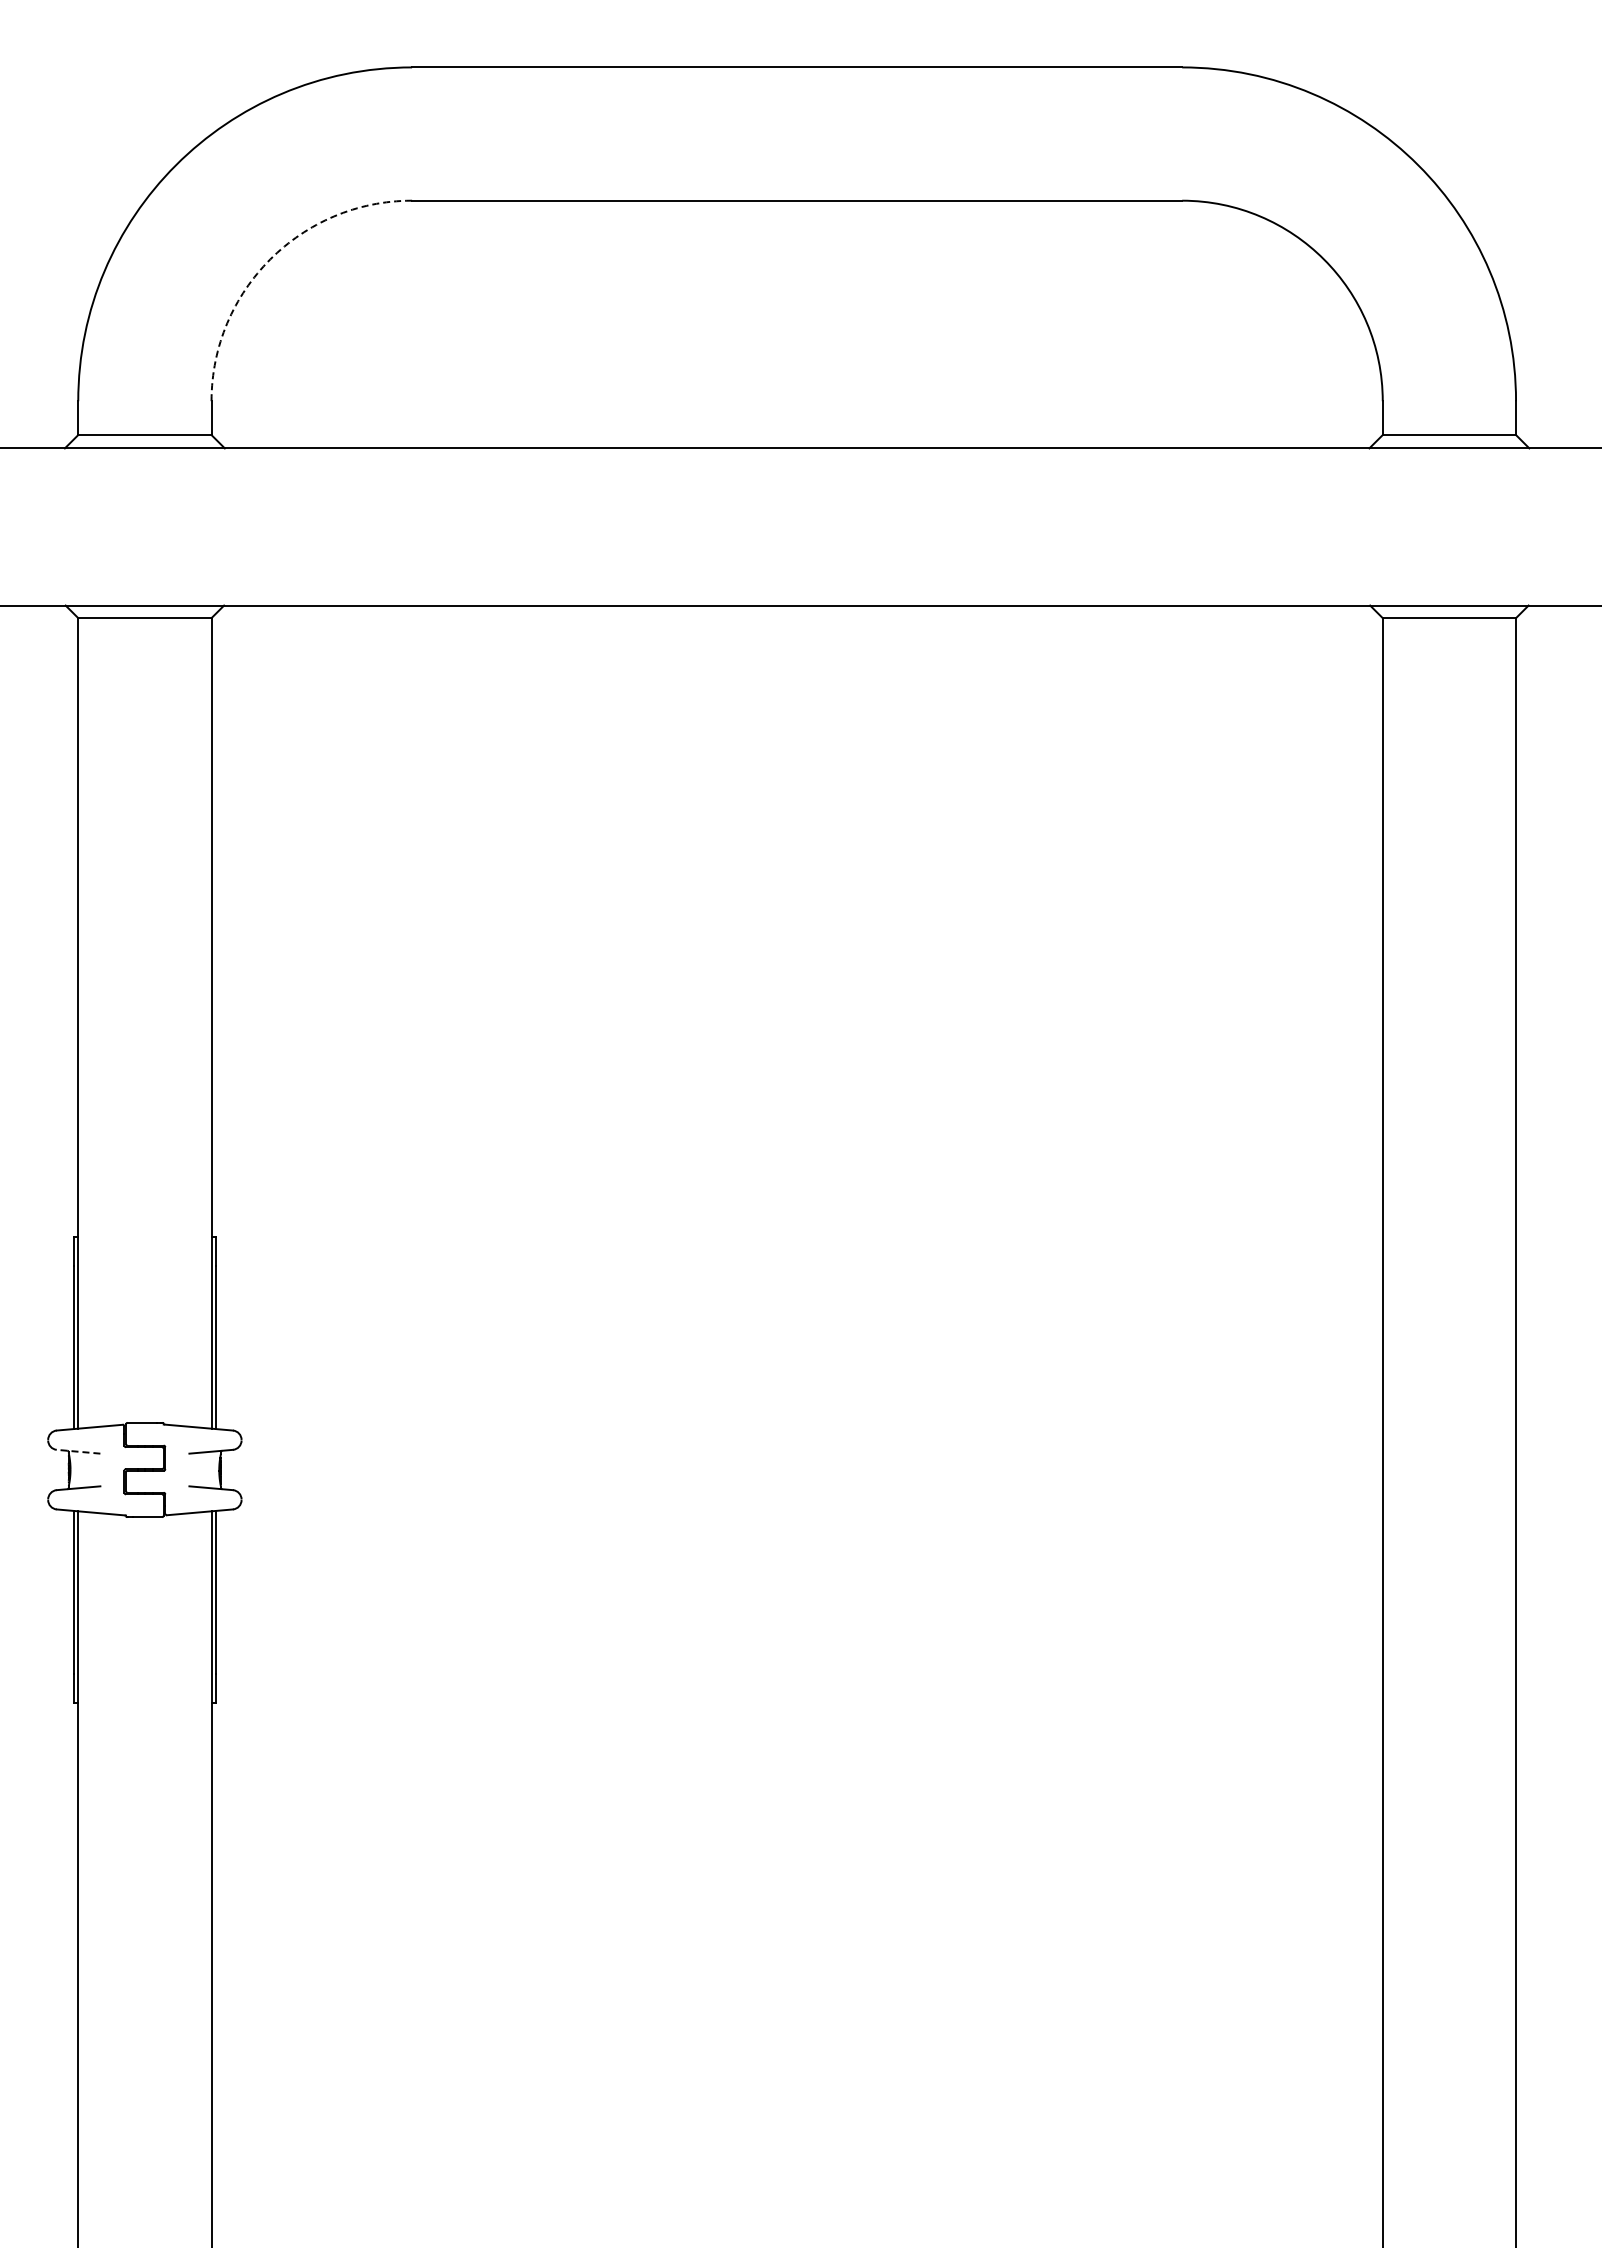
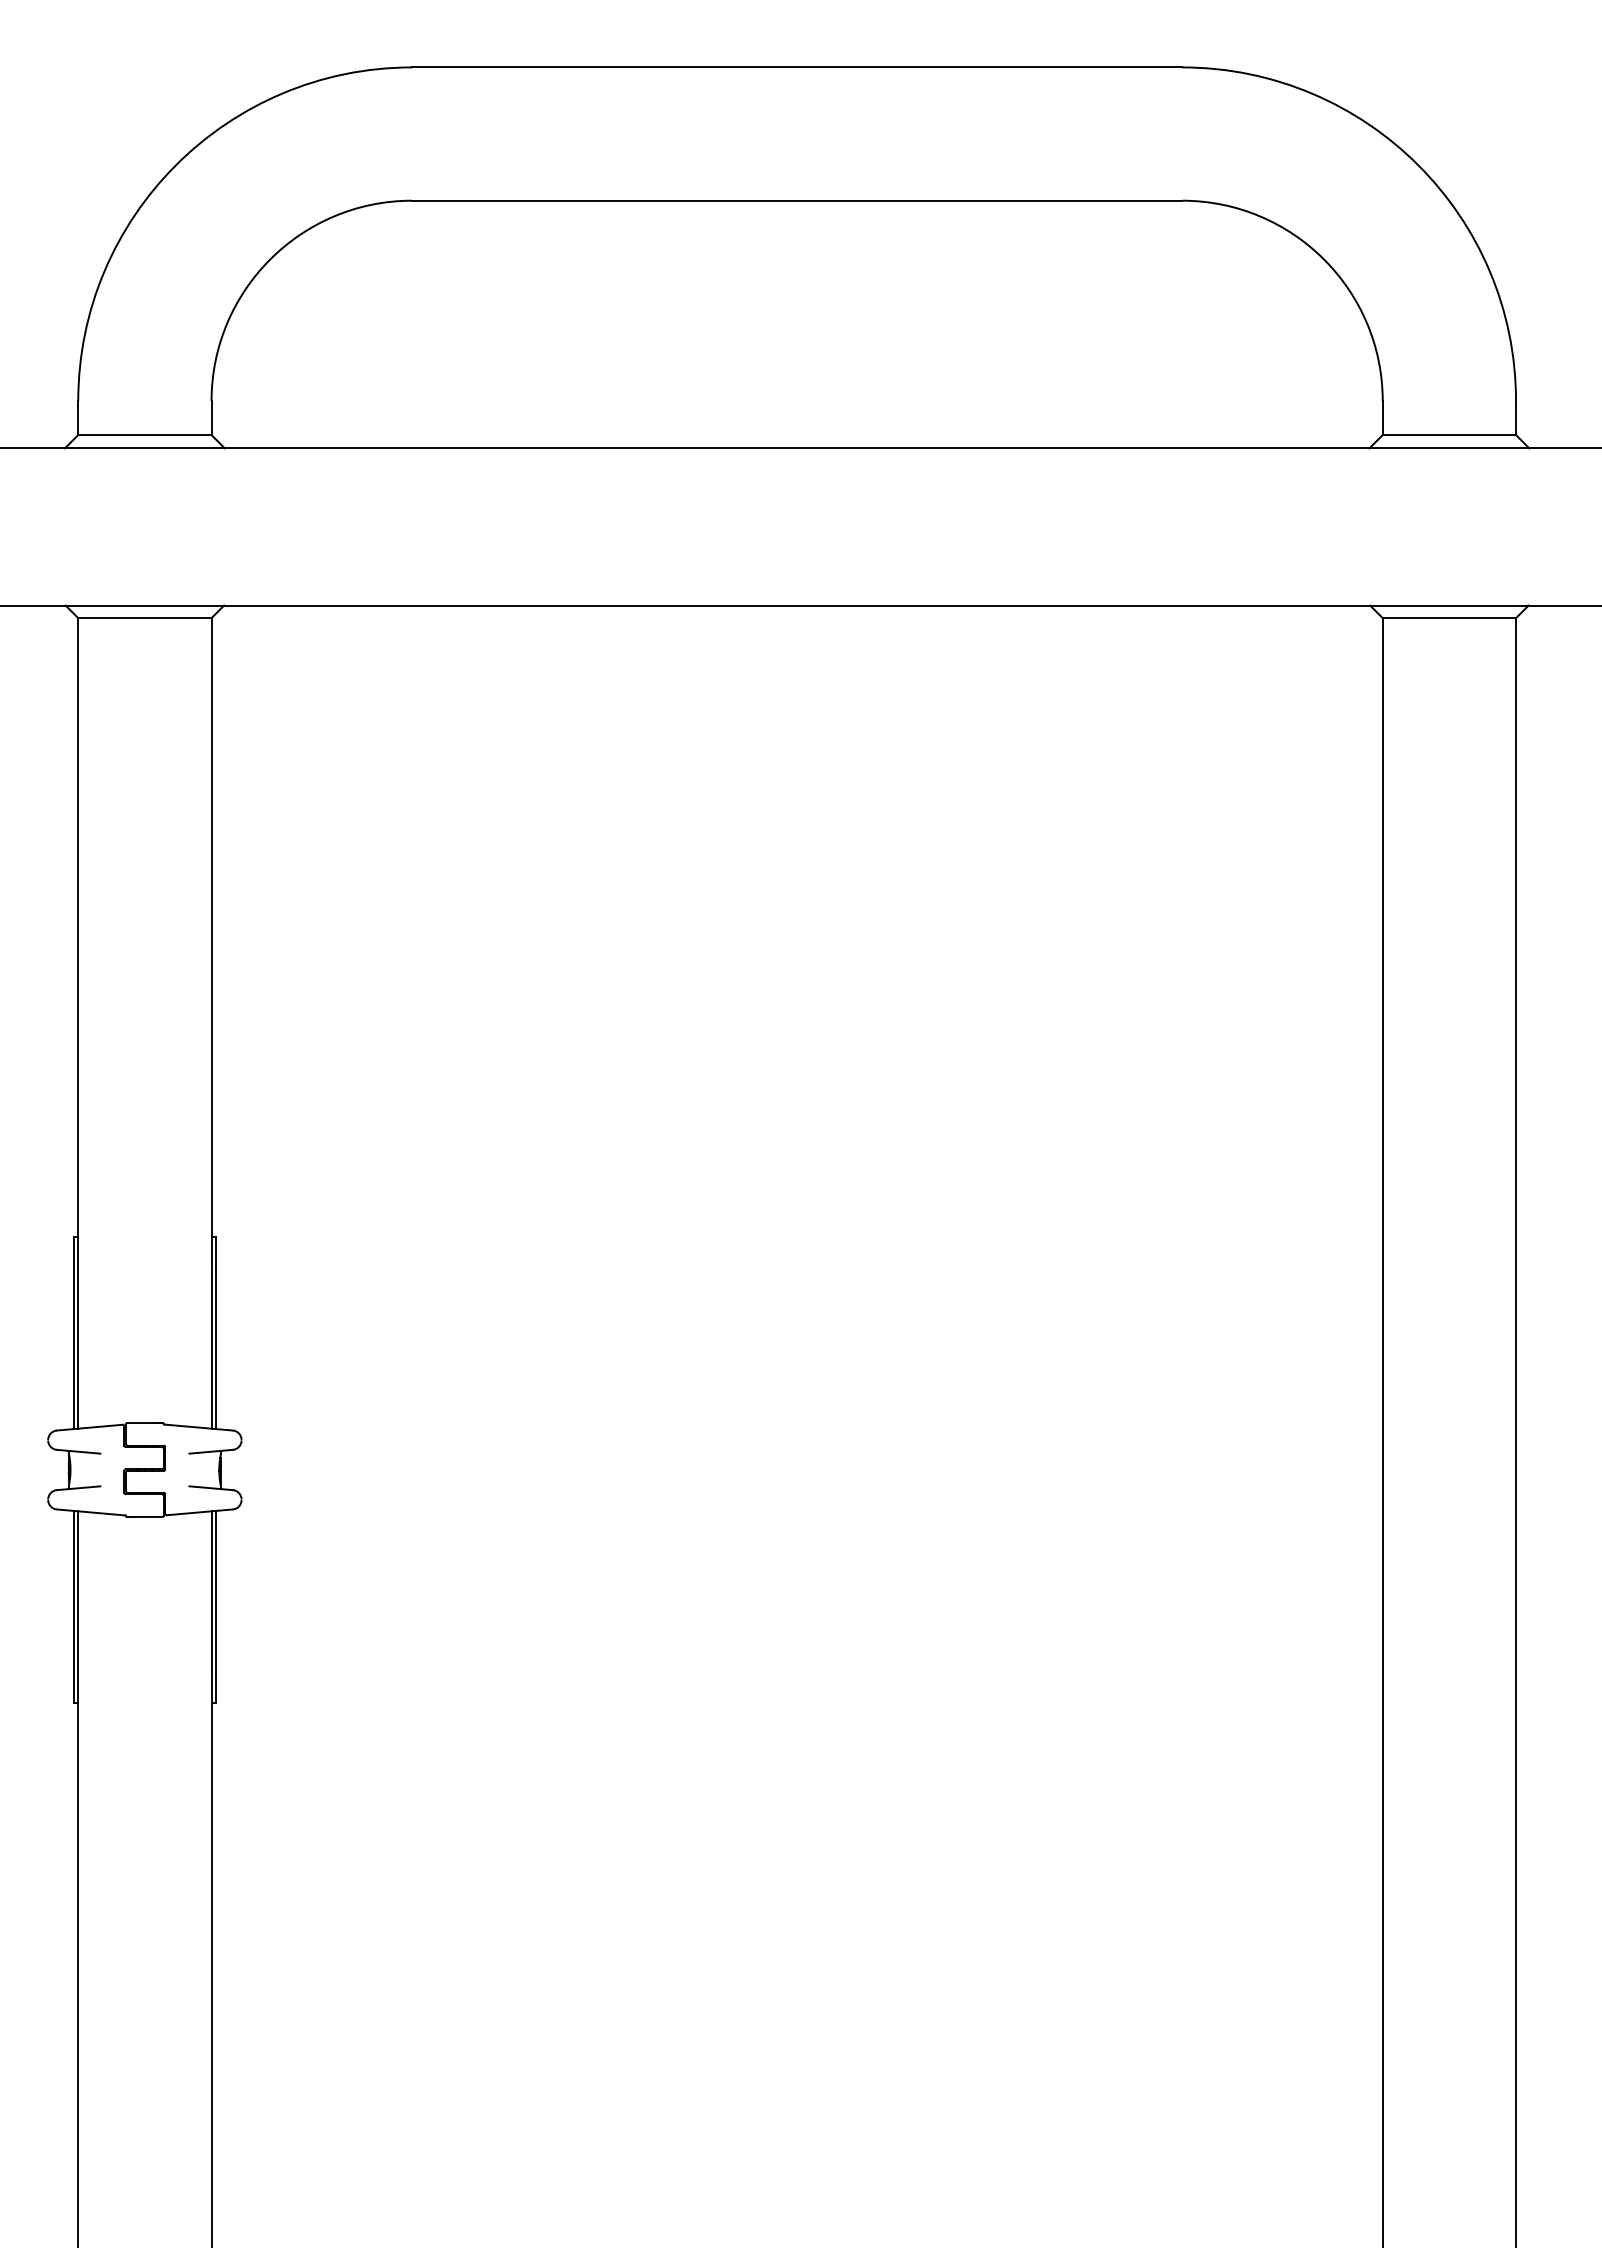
arc at (270, 259): dashed -> solid
line at (78, 1451): dashed -> solid
